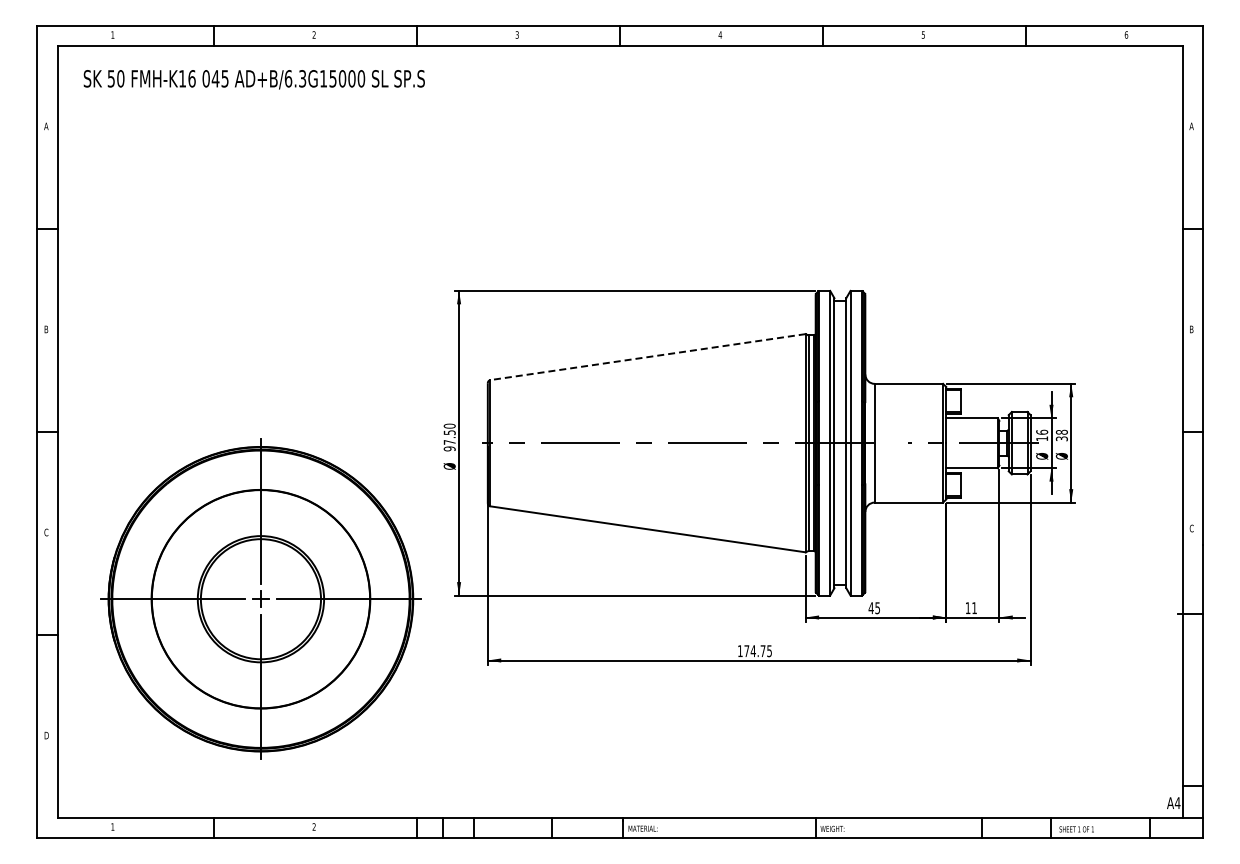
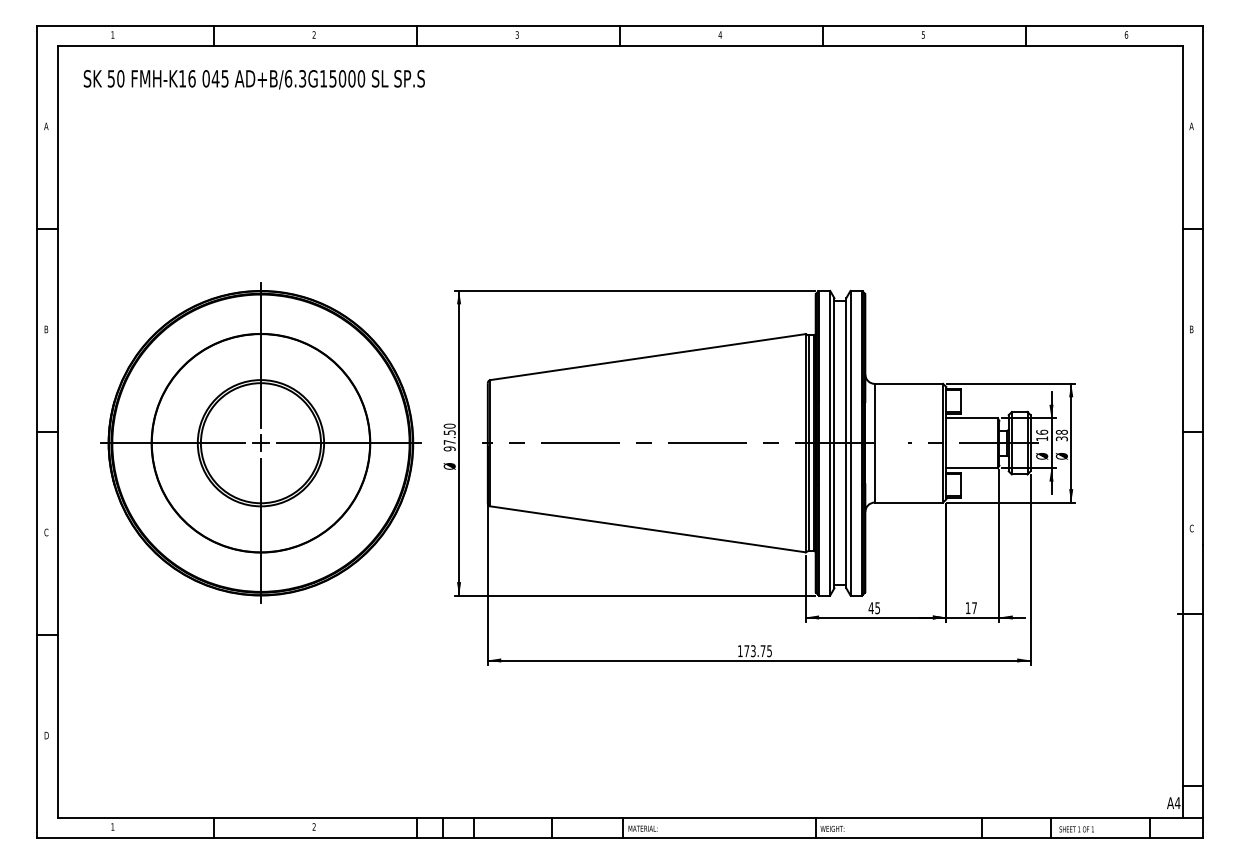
line at (647, 357): dashed -> solid
part at (260, 598) position: (260, 598) -> (260, 442)
text at (974, 608): 11 -> 17
text at (752, 651): 174.75 -> 173.75
